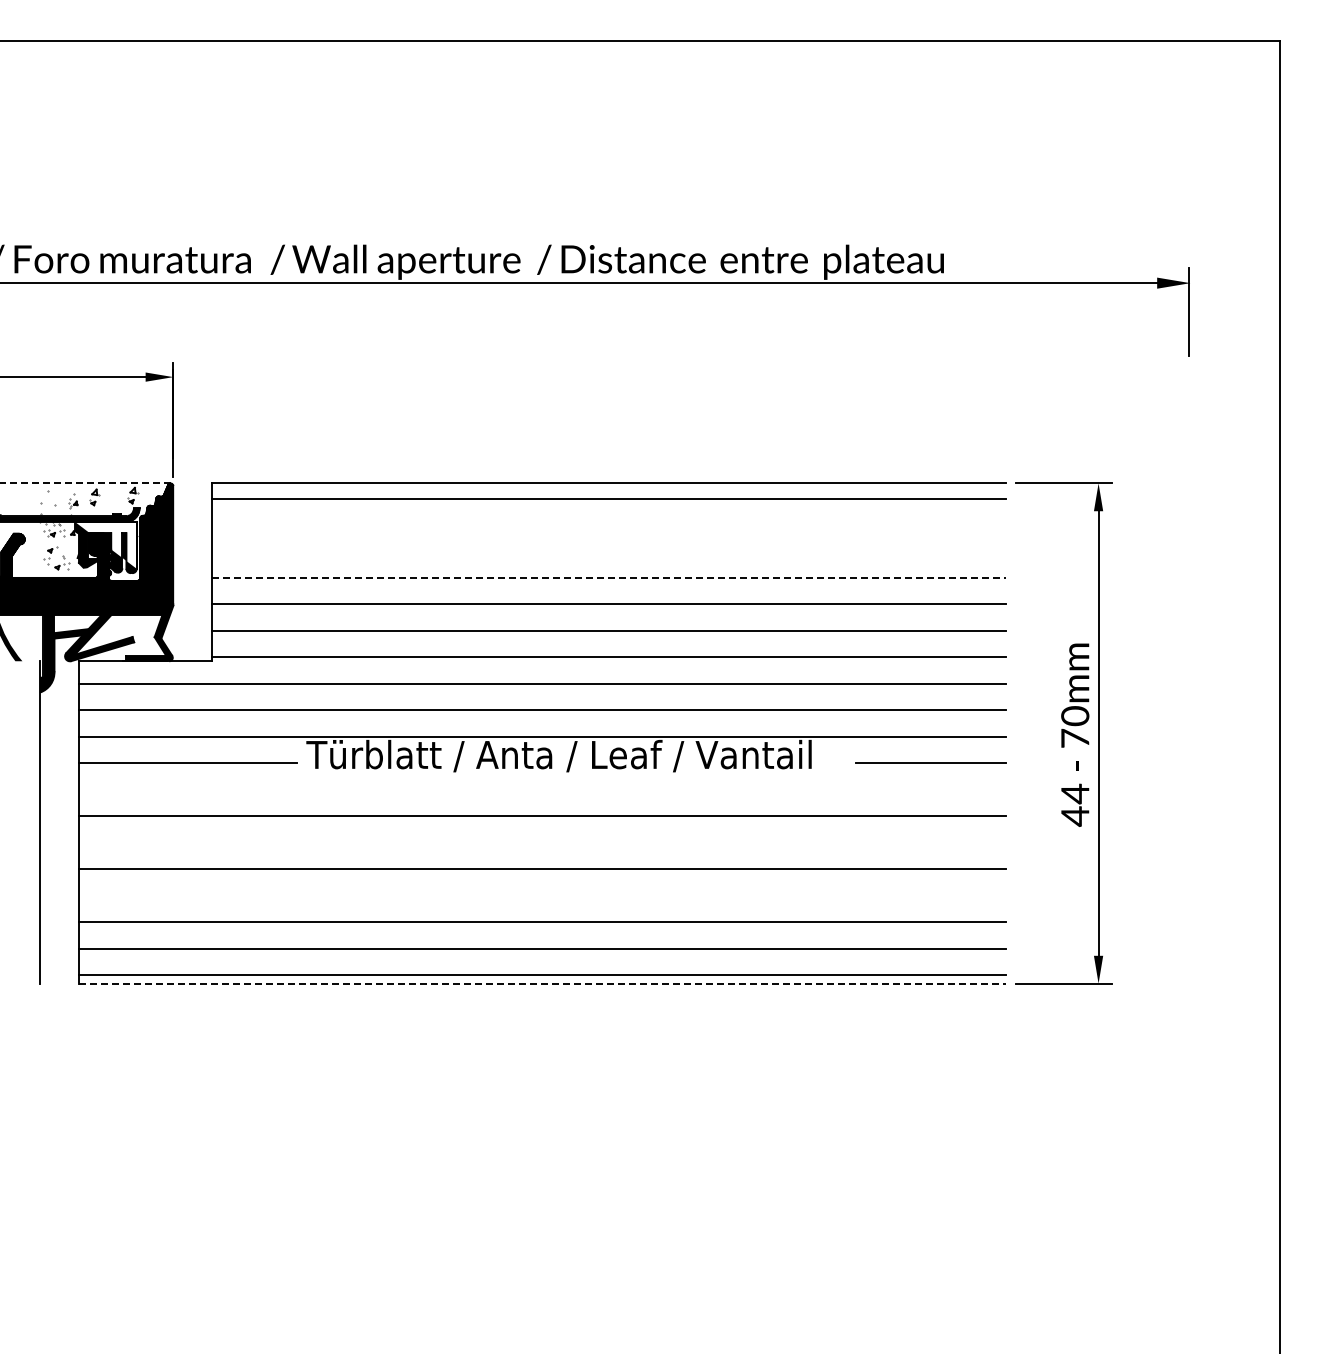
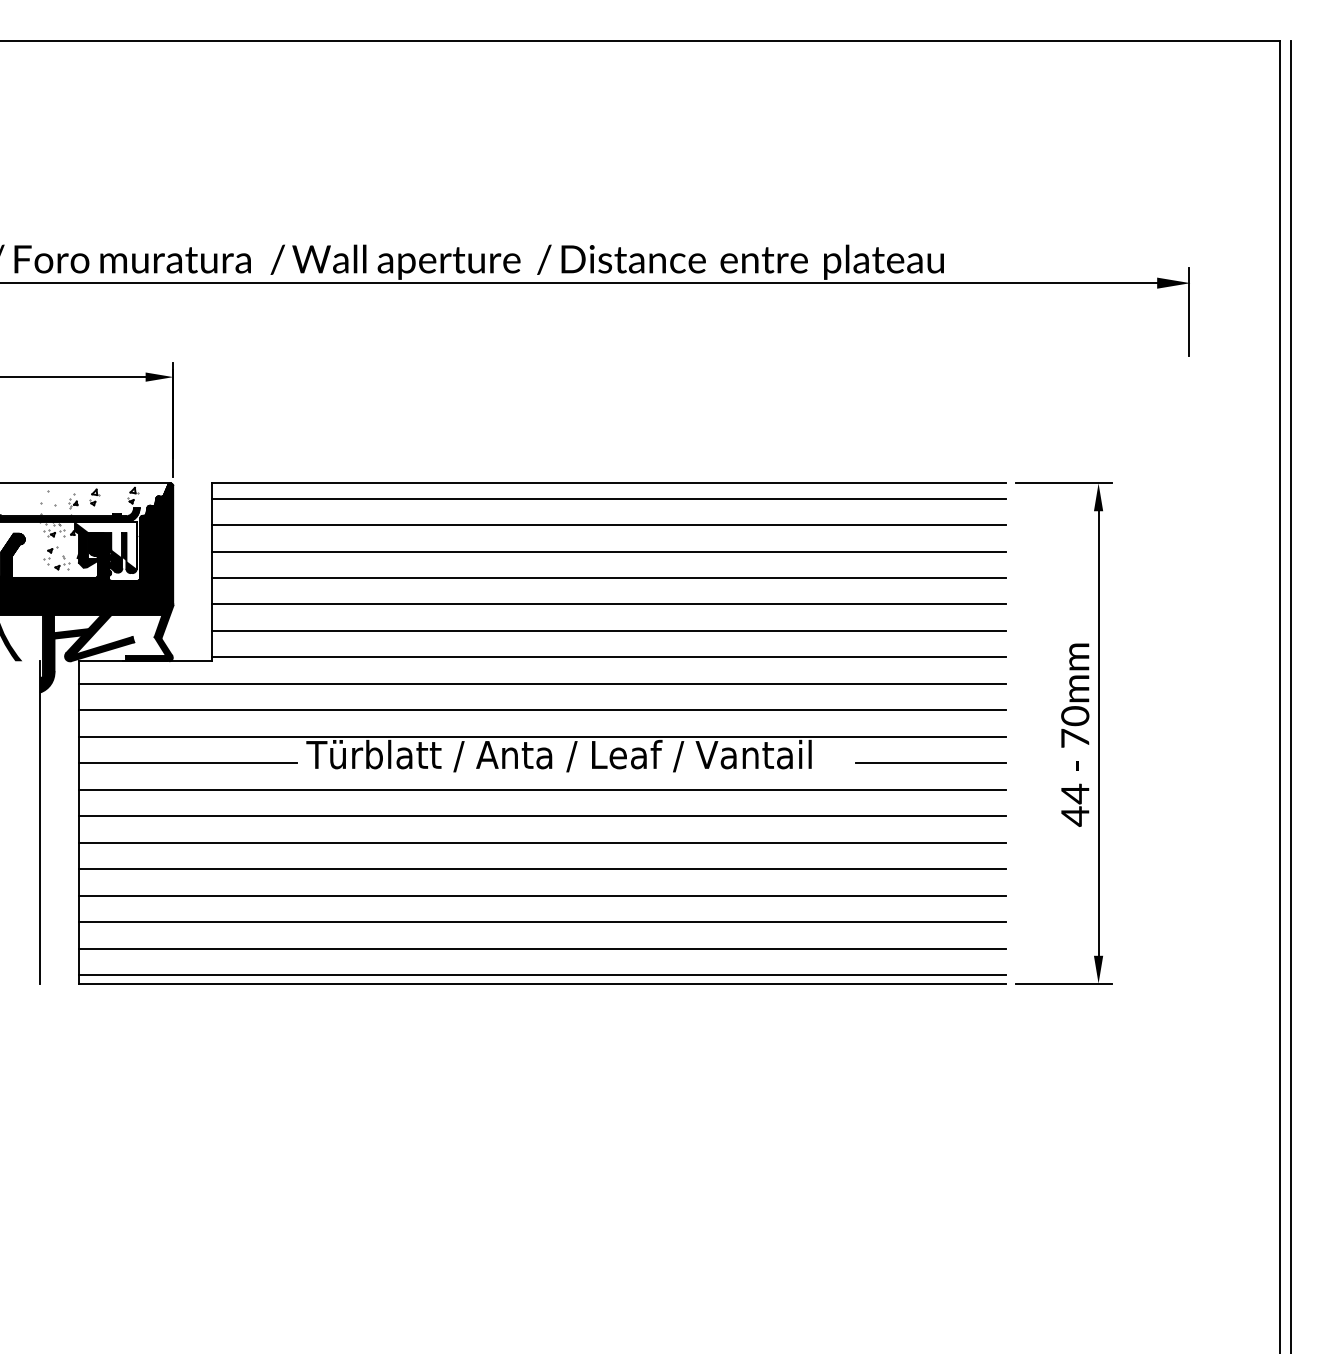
line at (85, 483): dashed -> solid
line at (609, 525): none -> present
line at (609, 551): none -> present
line at (609, 578): dashed -> solid
line at (1290, 695): none -> present
line at (542, 789): none -> present
line at (542, 842): none -> present
line at (542, 895): none -> present
line at (542, 983): dashed -> solid
